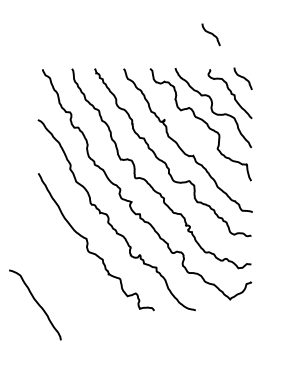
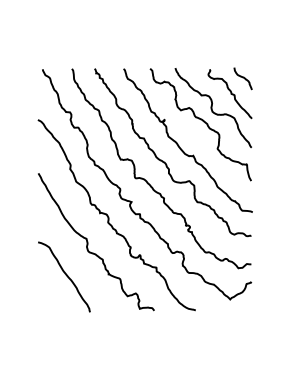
curve at (210, 34): present -> none
curve at (36, 303) position: (36, 303) -> (65, 275)
